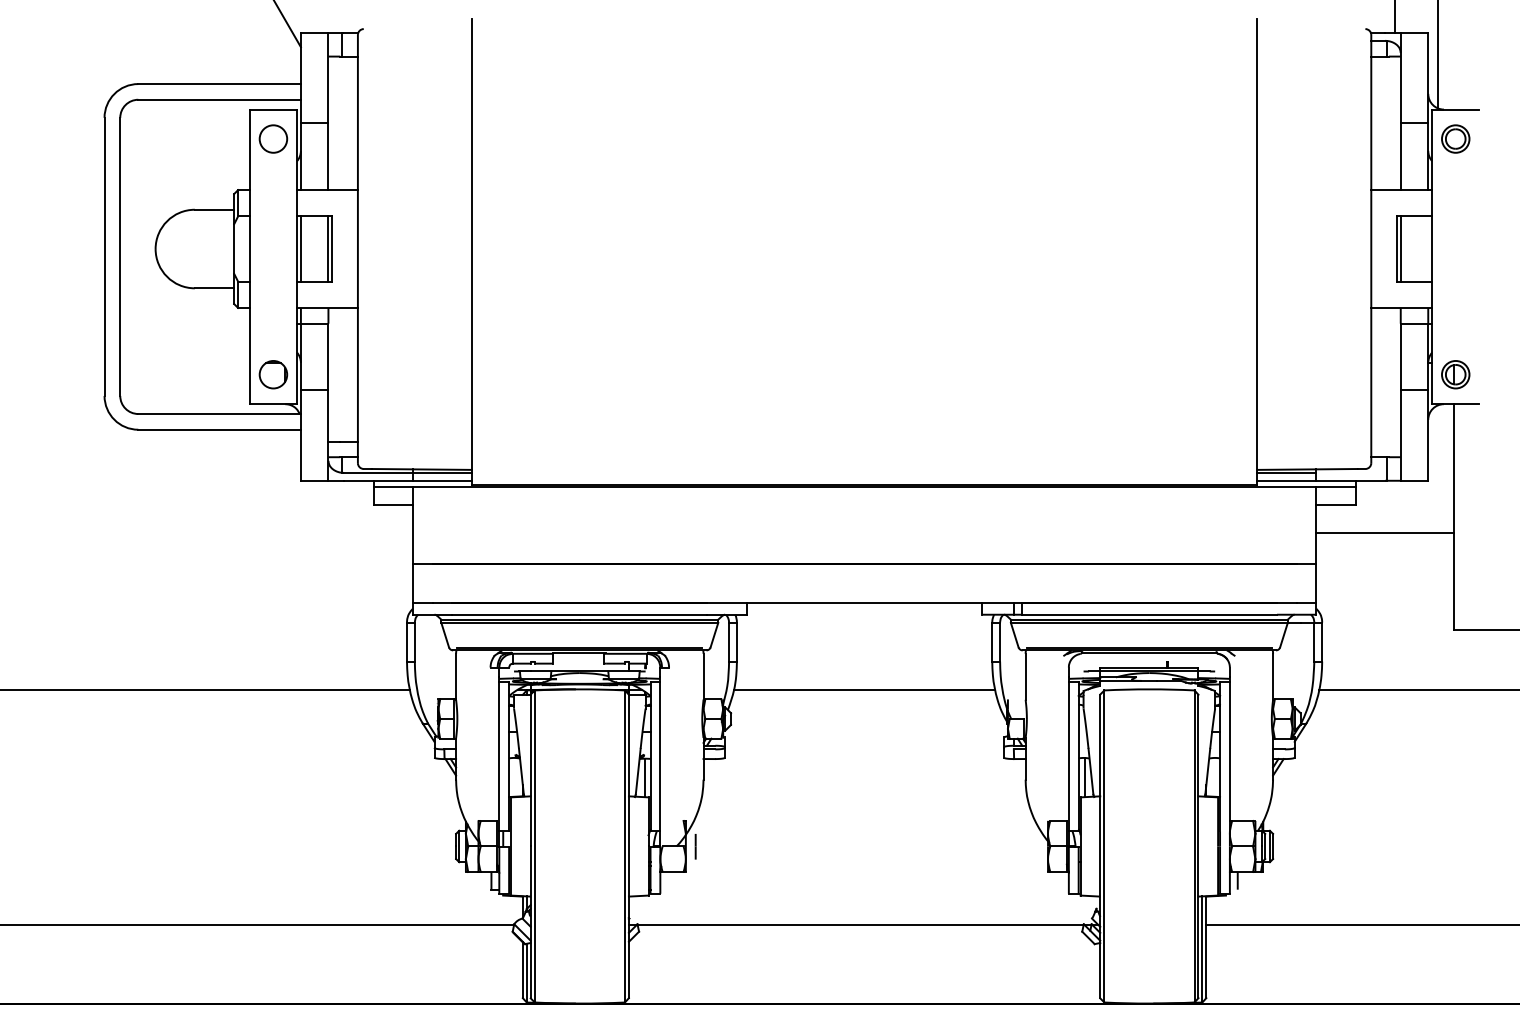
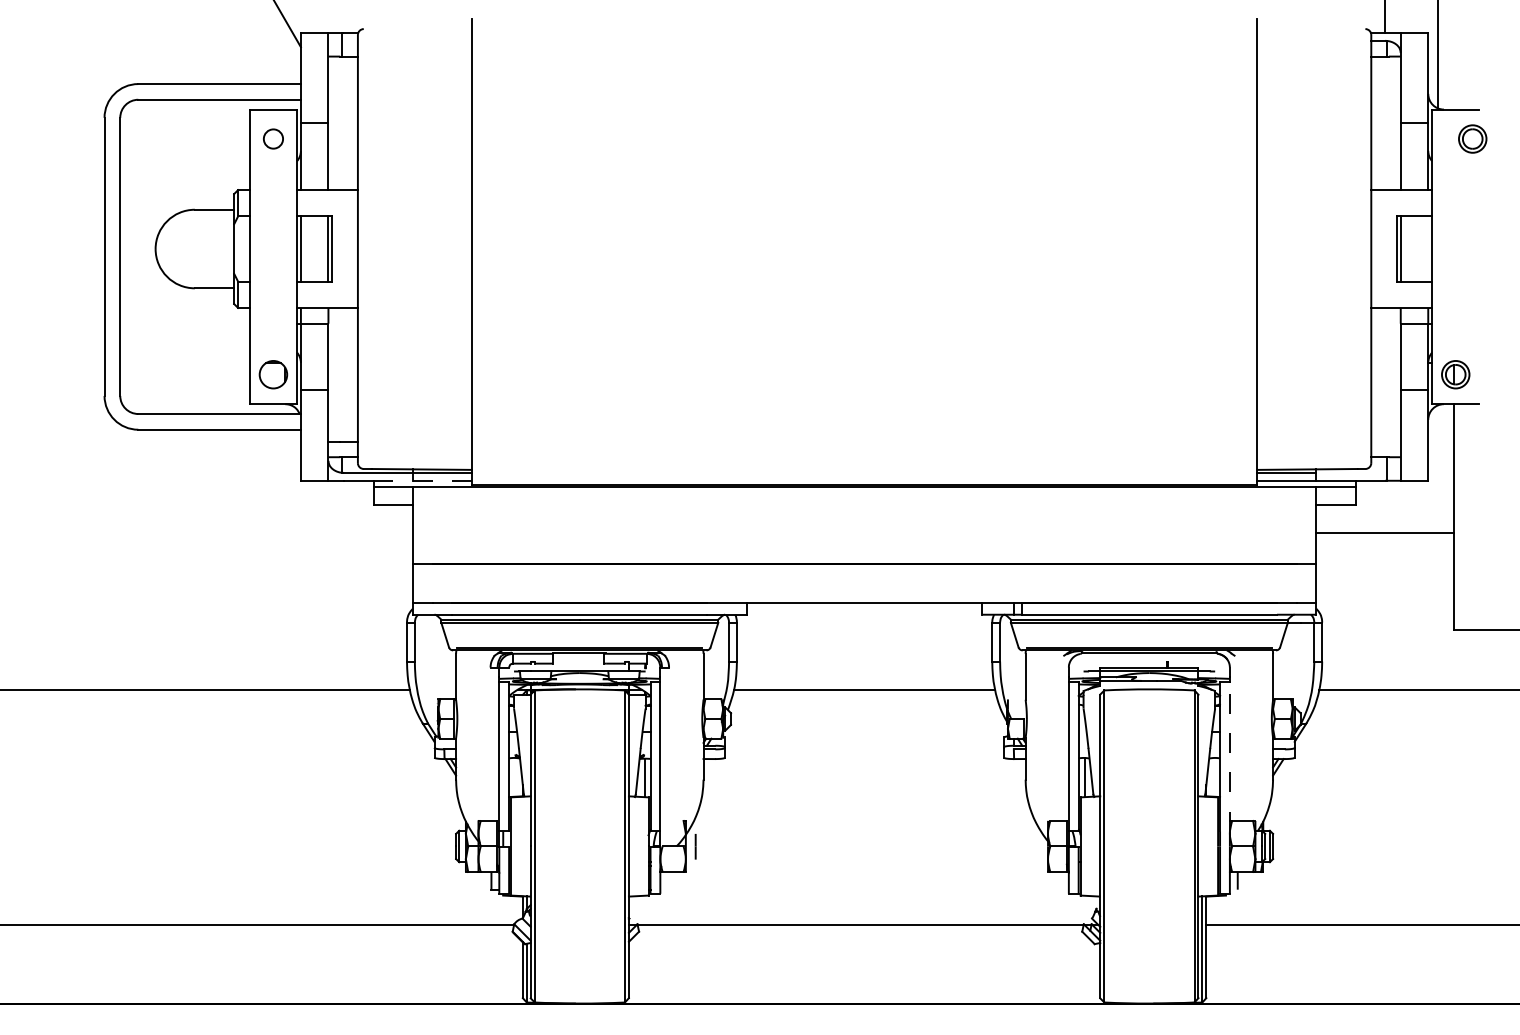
line at (1394, 17) position: (1394, 17) -> (1384, 17)
circle at (273, 138) size: 31x30 px -> 21x22 px
part at (1455, 138) position: (1455, 138) -> (1472, 138)
line at (423, 480): solid -> dashed
line at (1229, 756): solid -> dashed
